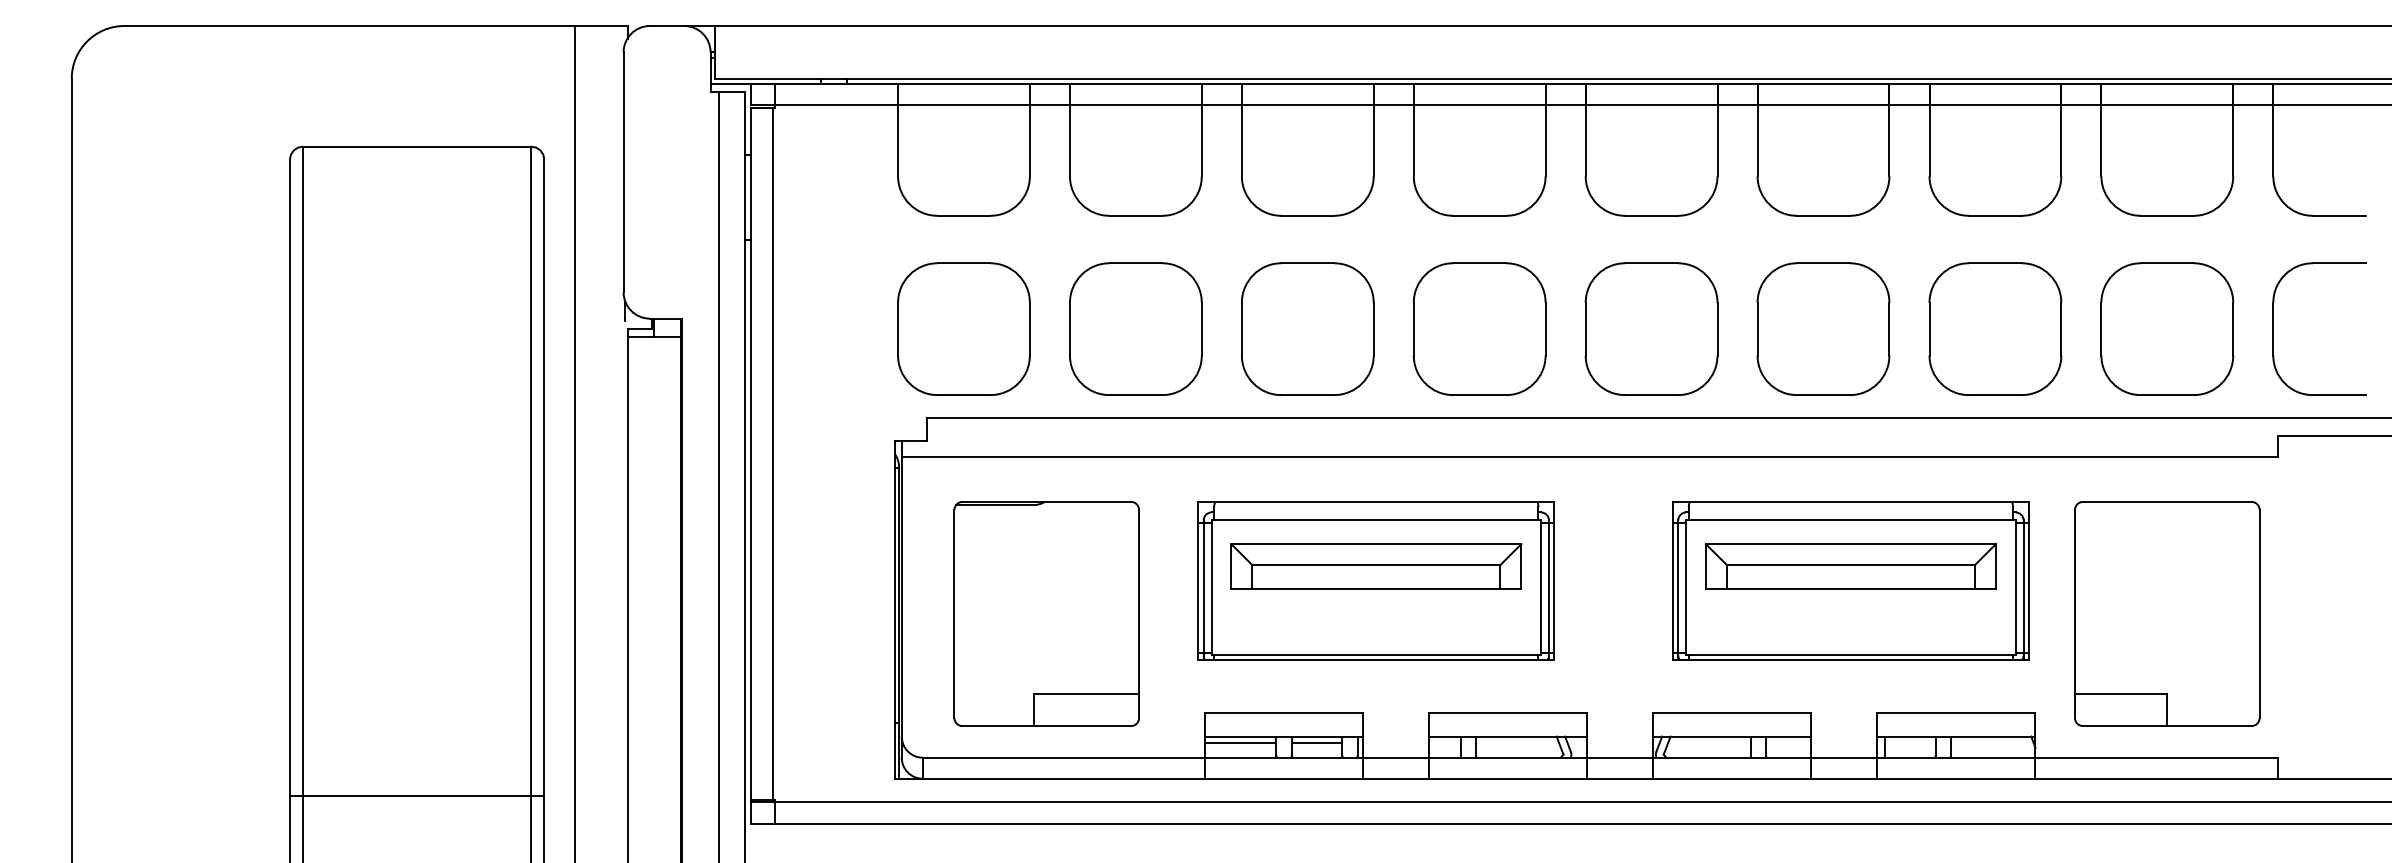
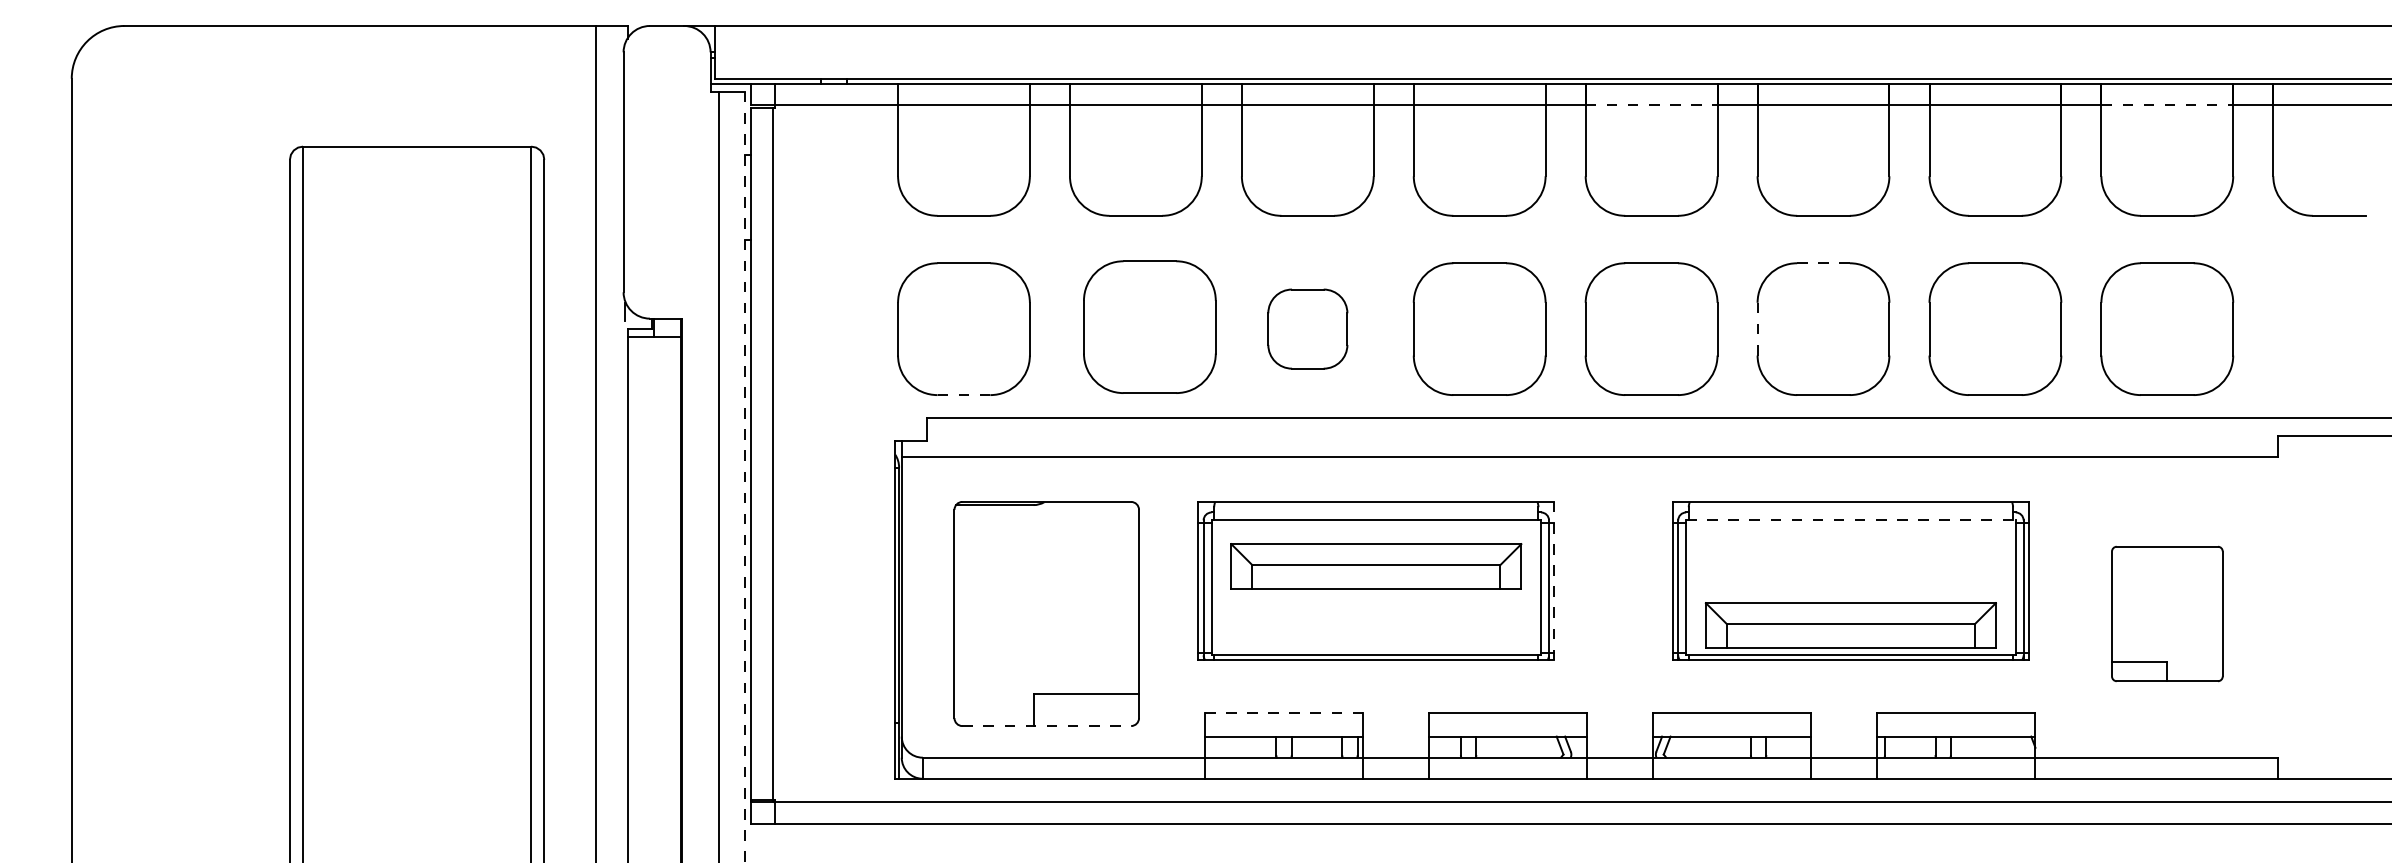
line at (1651, 105): solid -> dashed
line at (2167, 105): solid -> dashed
line at (1824, 263): solid -> dashed
part at (1135, 328) position: (1135, 328) -> (1149, 326)
part at (1307, 328) size: 134x134 px -> 82x82 px
line at (1757, 328): solid -> dashed
part at (2273, 328): present -> none
line at (963, 395): solid -> dashed
line at (575, 442) position: (575, 442) -> (596, 442)
line at (744, 477): solid -> dashed
line at (1850, 520): solid -> dashed
part at (1850, 566) position: (1850, 566) -> (1850, 625)
line at (1554, 580): solid -> dashed
part at (2167, 613) size: 187x226 px -> 113x138 px
line at (1283, 712): solid -> dashed
line at (1047, 726): solid -> dashed
line at (1240, 742): present -> none
line at (1316, 742): present -> none
line at (416, 796): present -> none
